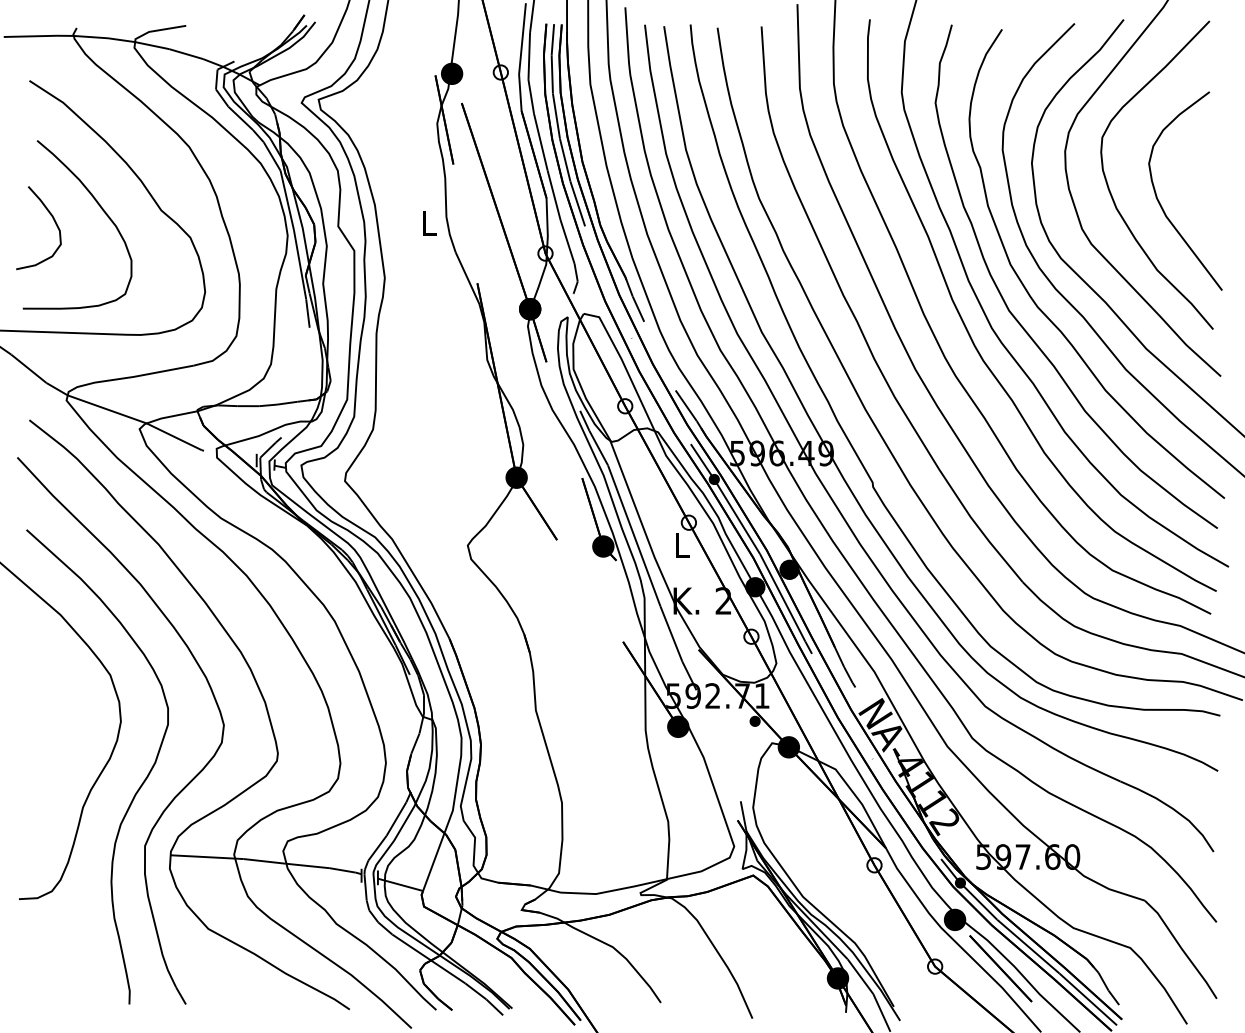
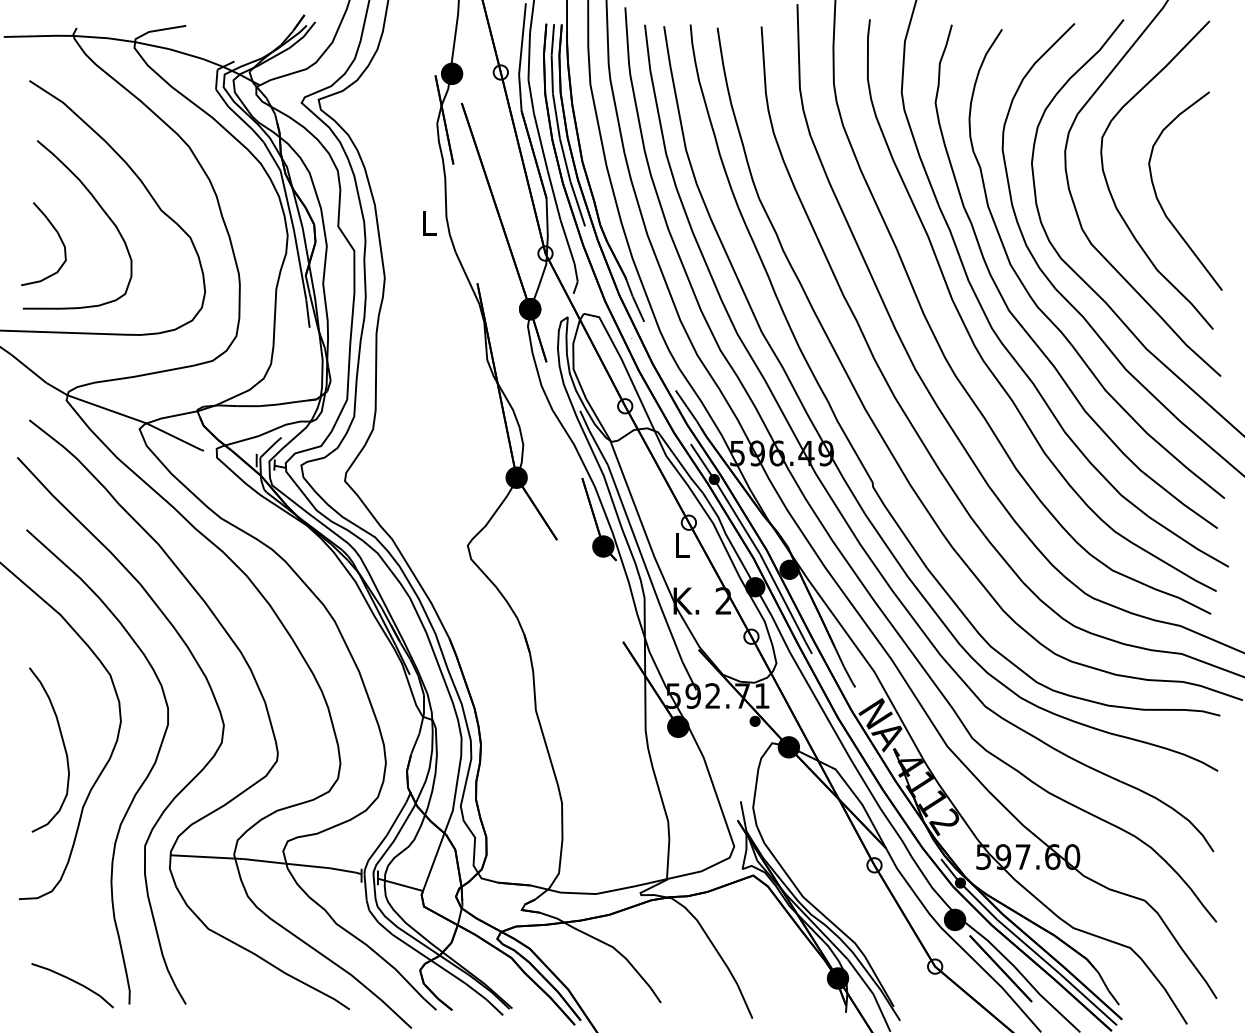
curve at (53, 220) position: (53, 220) -> (58, 236)
curve at (62, 743): none -> present
curve at (74, 982): none -> present
